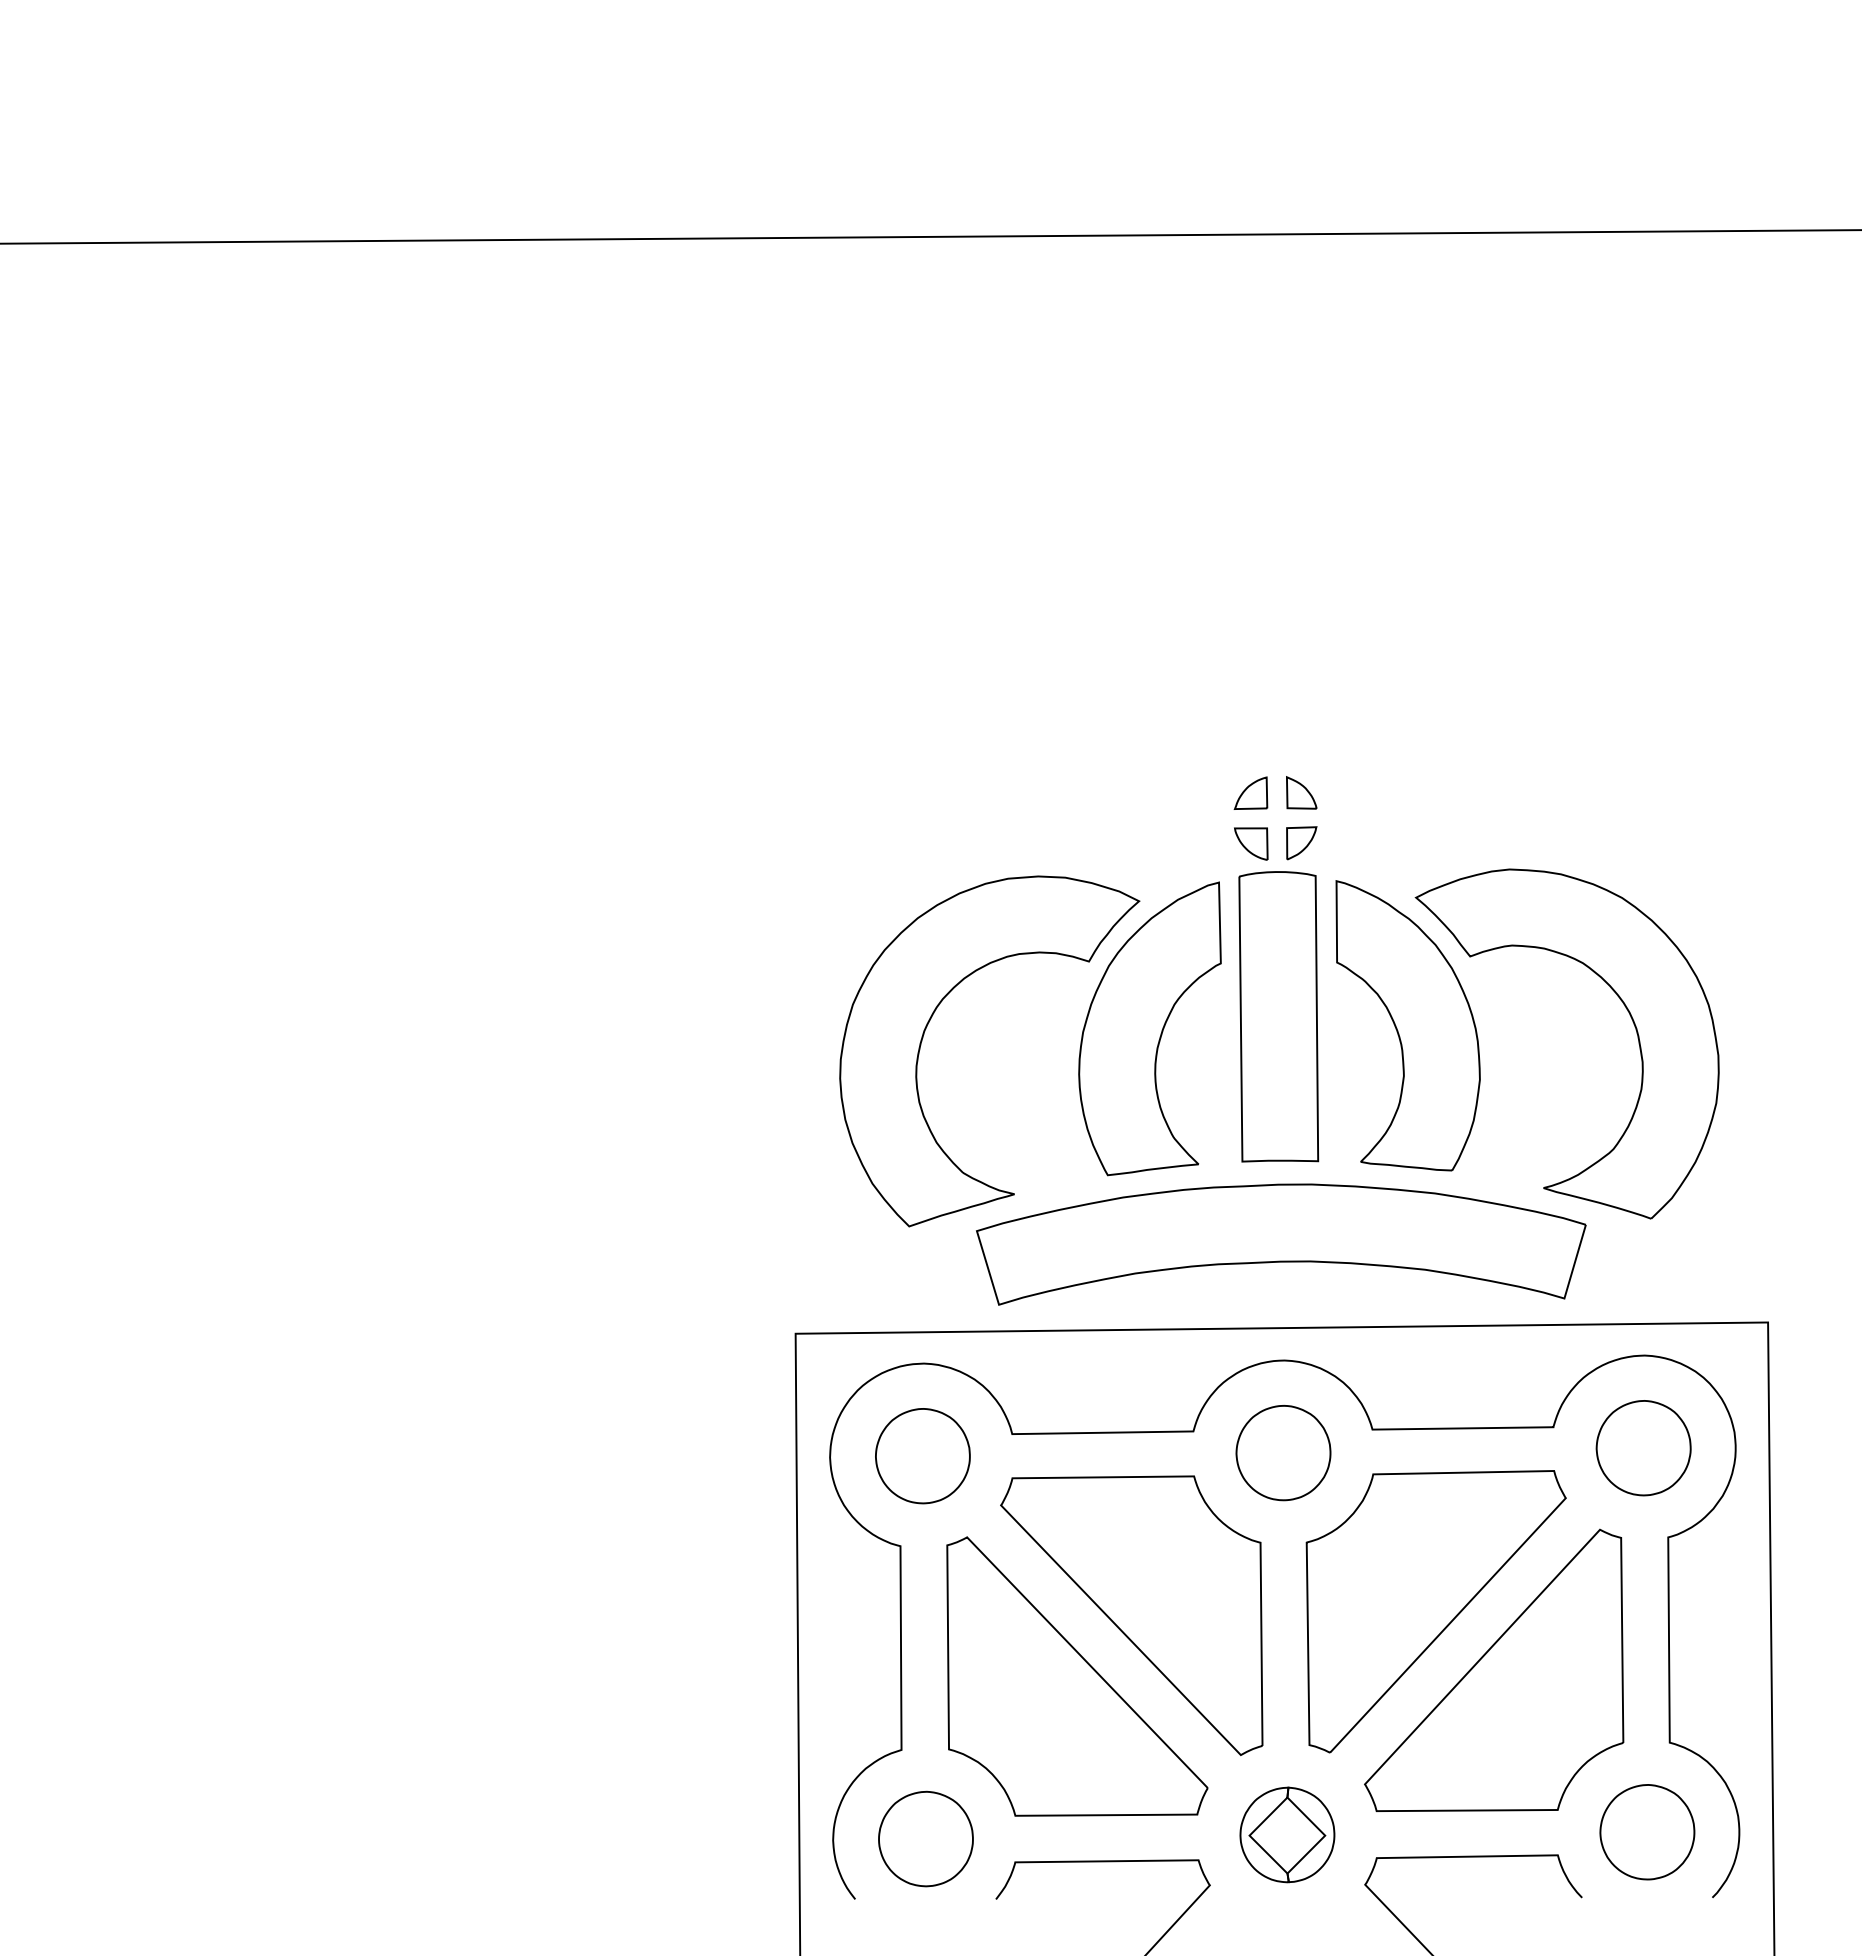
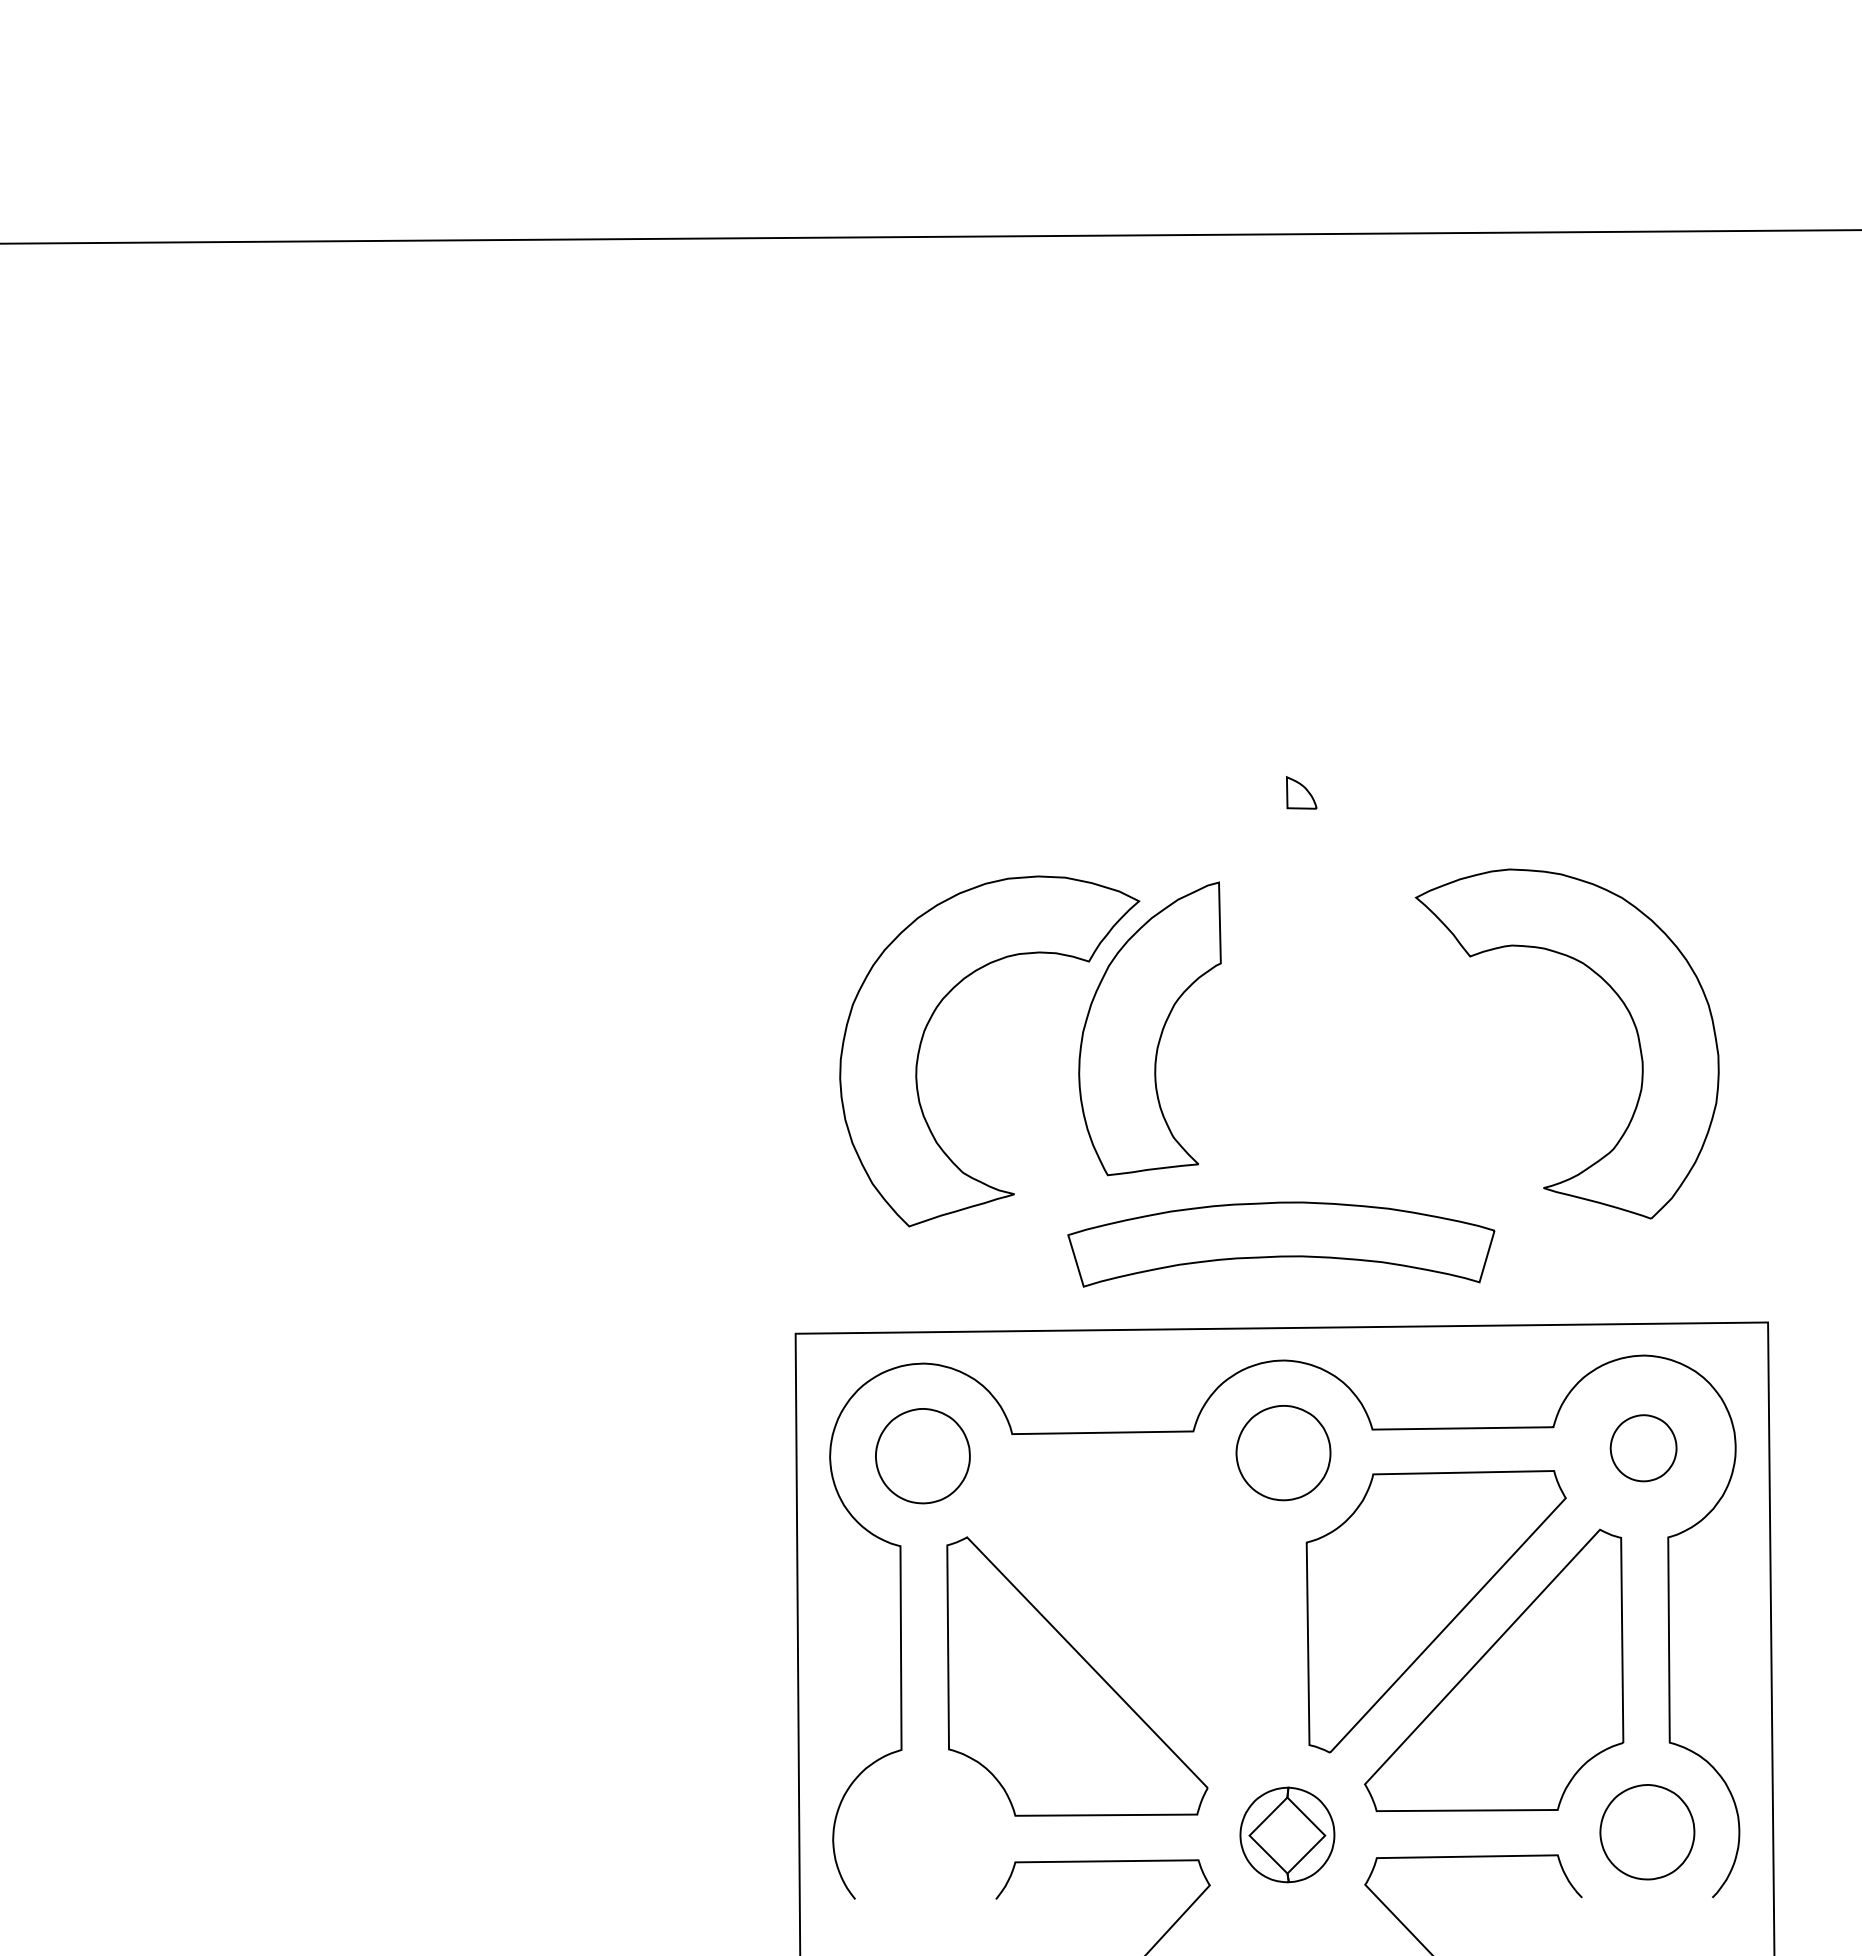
part at (1250, 792): present -> none
part at (1251, 843): present -> none
part at (1301, 843): present -> none
part at (1278, 1016): present -> none
part at (1407, 1025): present -> none
part at (1281, 1244) size: 611x123 px -> 429x87 px
part at (1643, 1448) size: 97x97 px -> 69x69 px
part at (1131, 1615): present -> none
part at (925, 1838): present -> none
